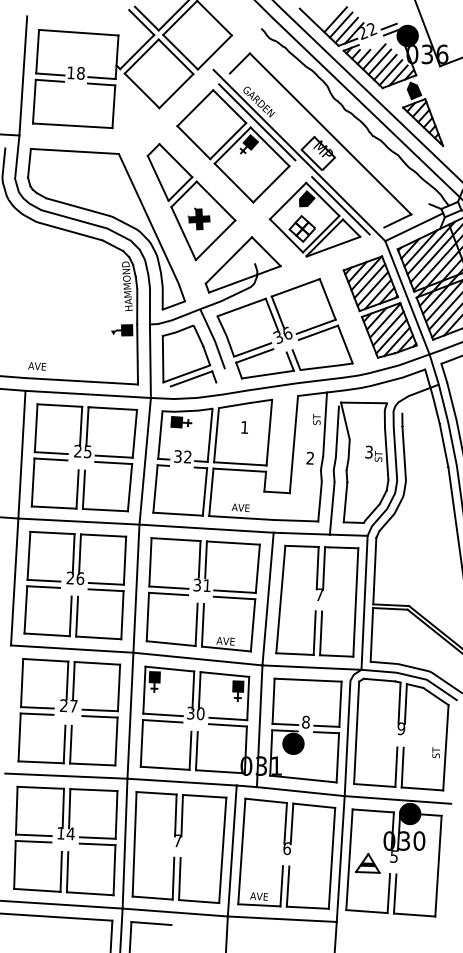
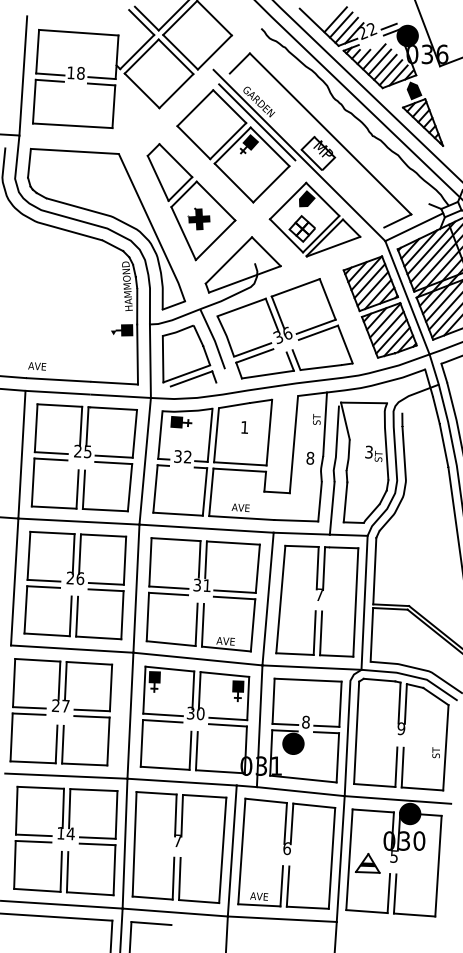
line at (340, 205): present -> none
text at (310, 457): 2 -> 8
part at (69, 712) position: (69, 712) -> (61, 712)
